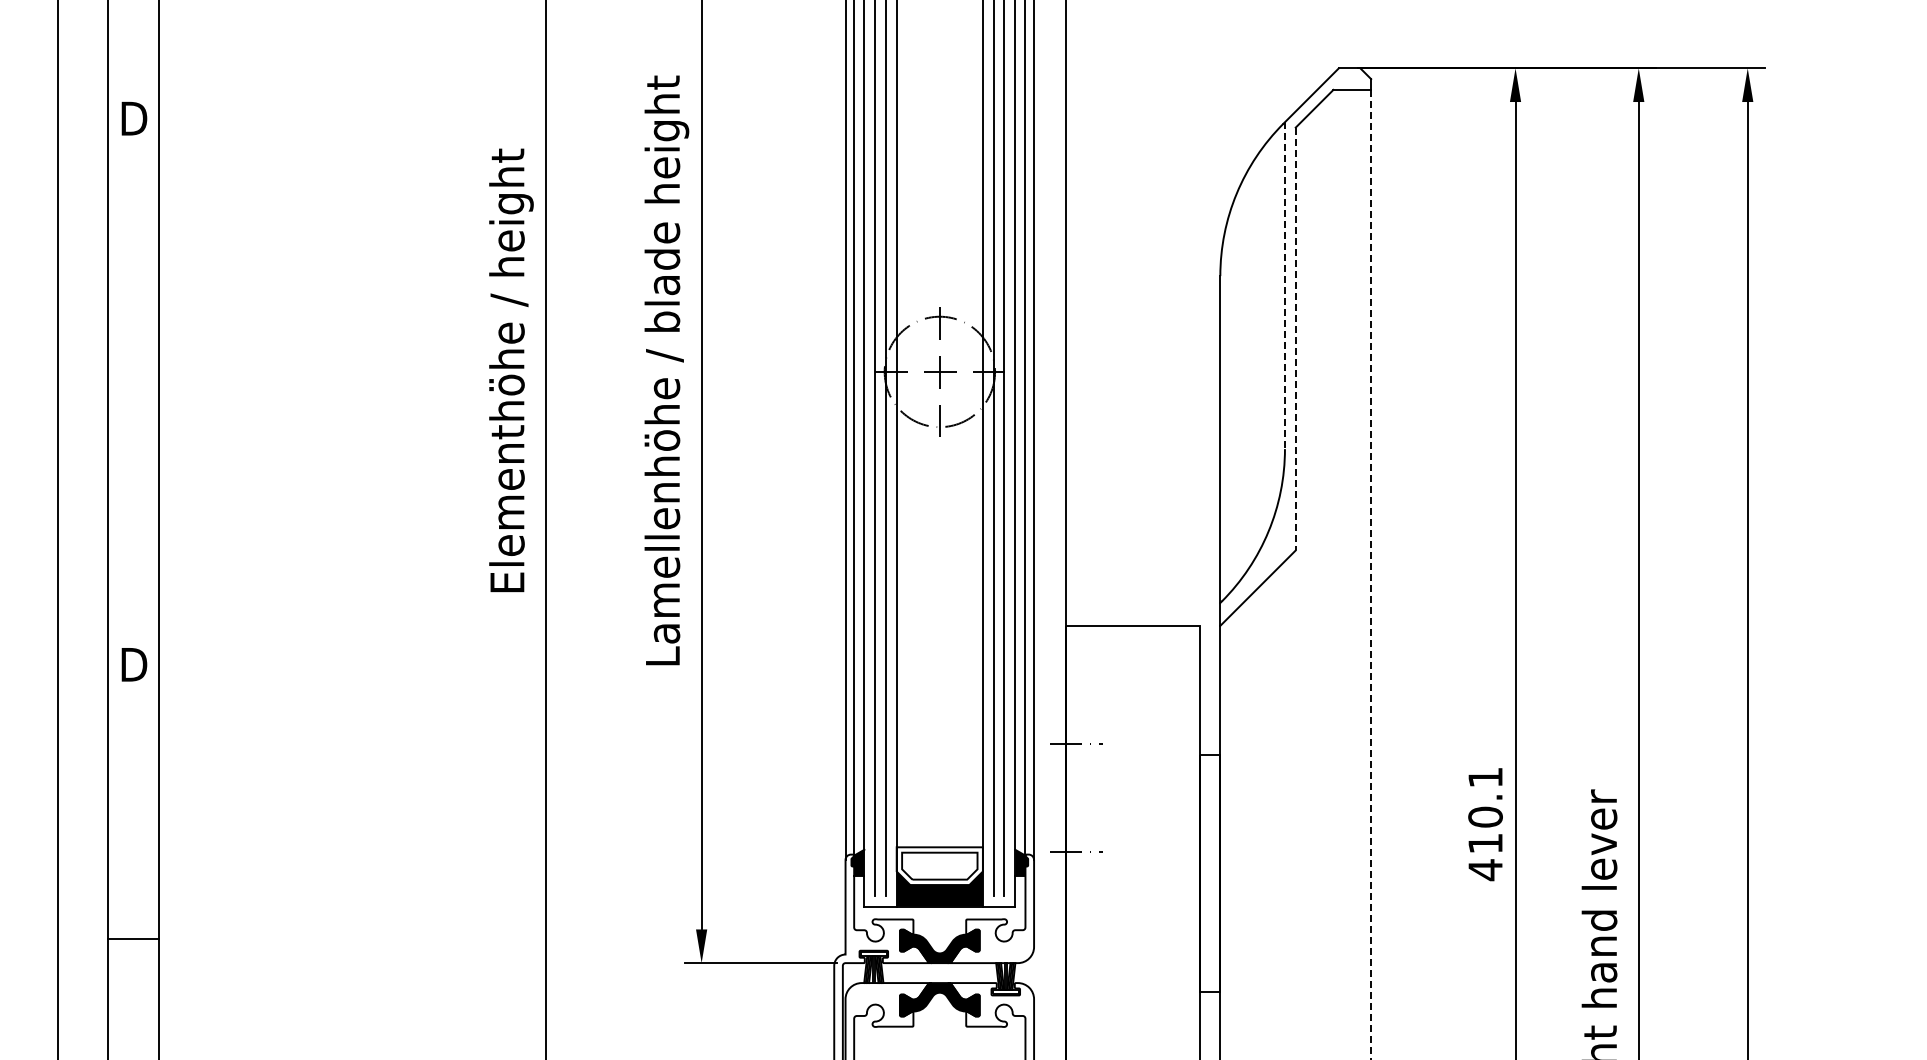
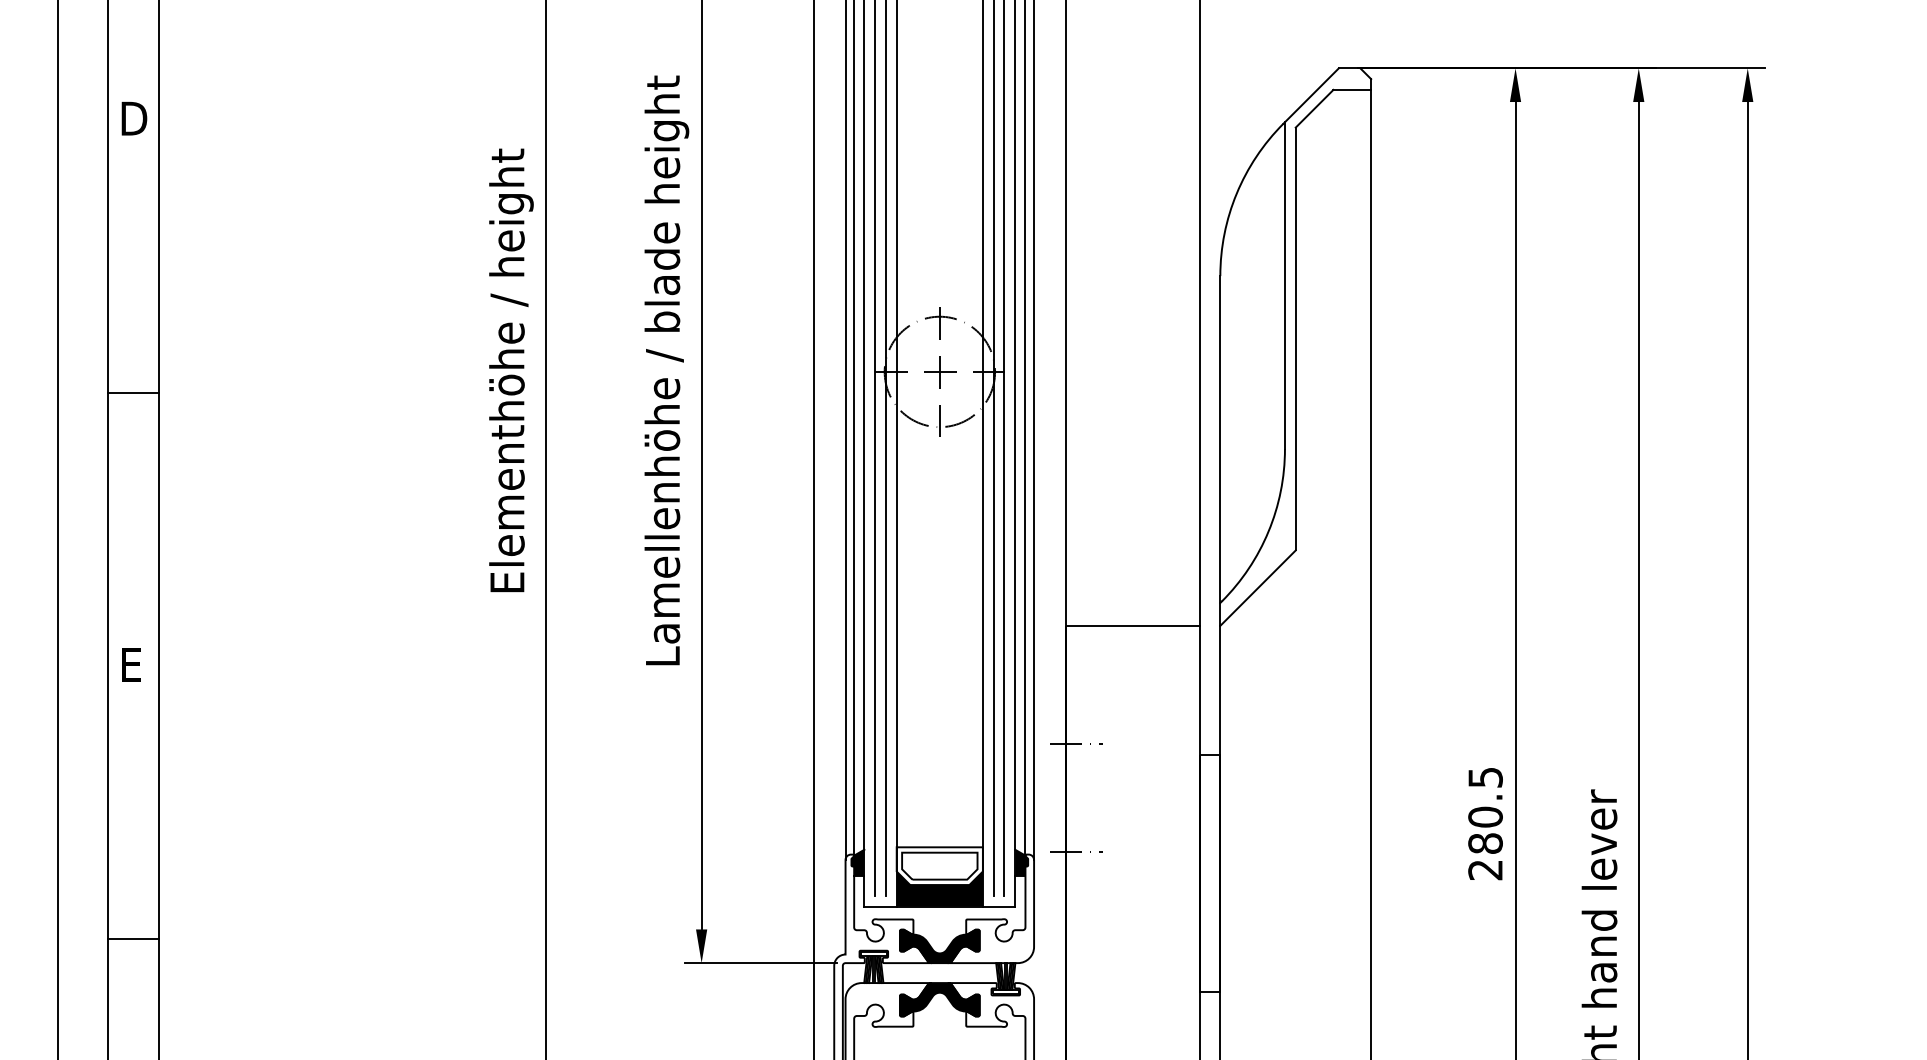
line at (1284, 286): dashed -> solid
line at (1200, 313): none -> present
line at (1295, 339): dashed -> solid
line at (133, 393): none -> present
line at (813, 529): none -> present
line at (1371, 574): dashed -> solid
text at (134, 664): D -> E
text at (1485, 824): 410.1 -> 280.5
